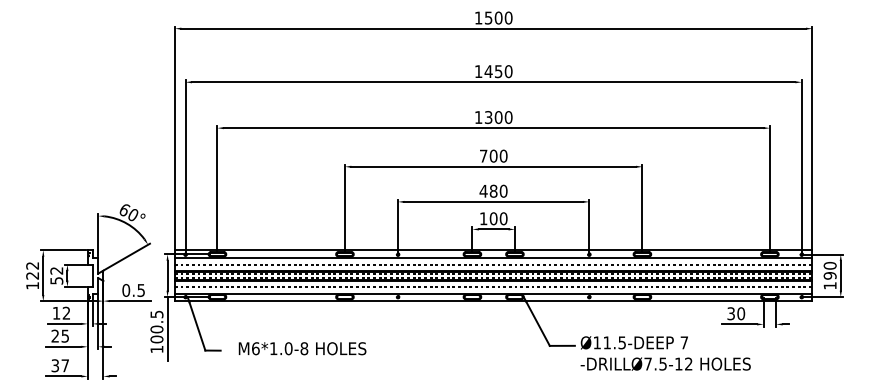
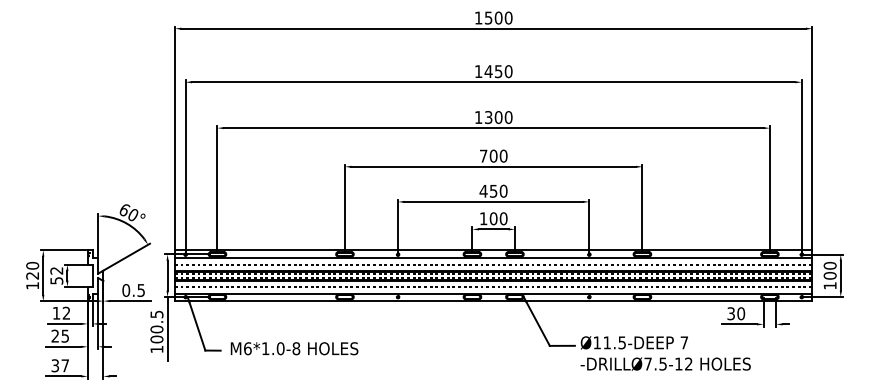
text at (493, 190): 480 -> 450
text at (32, 265): 122 -> 120
text at (830, 275): 190 -> 100
text at (302, 348) position: (302, 348) -> (294, 348)
